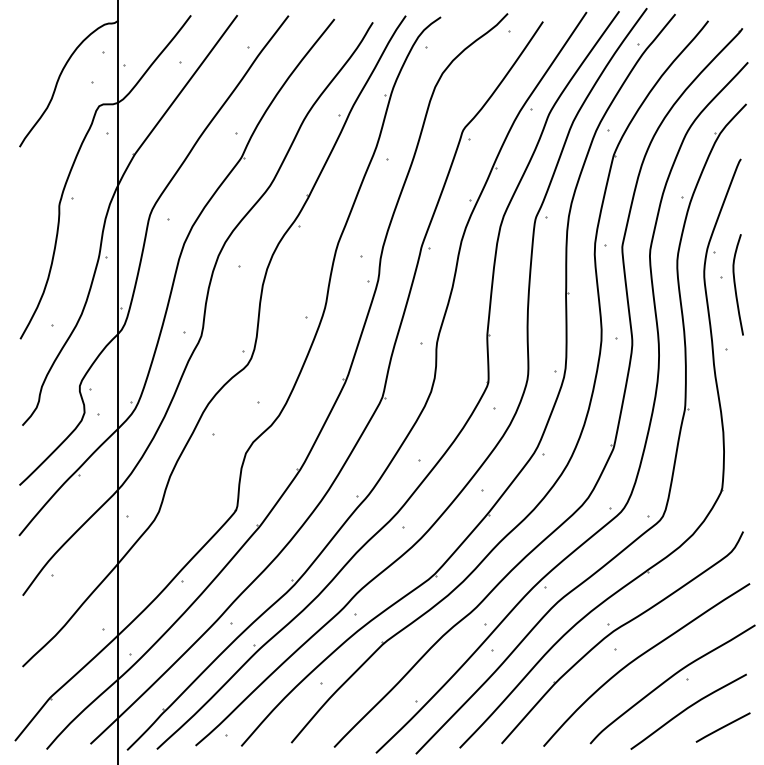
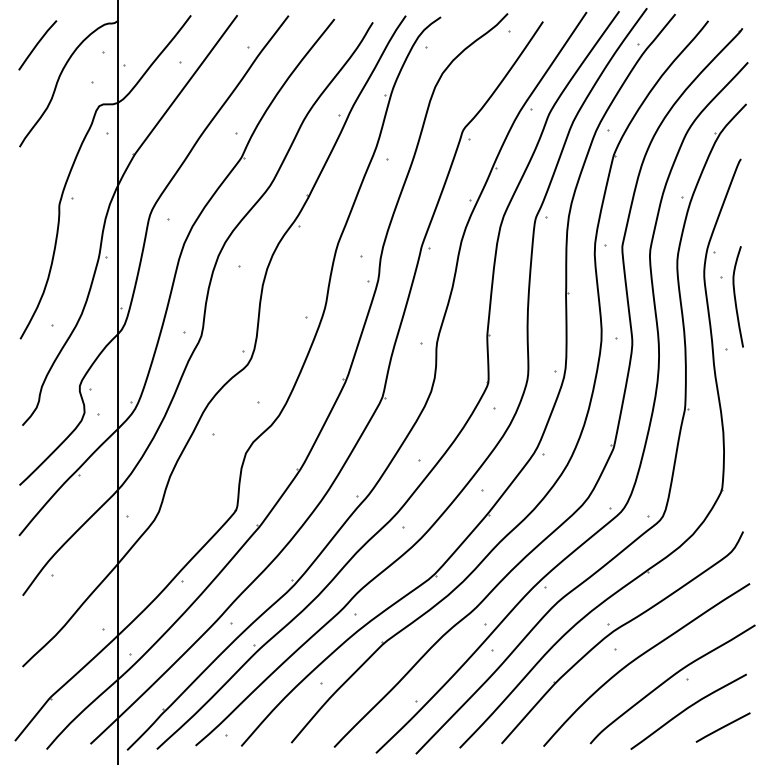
line at (37, 45): none -> present
curve at (735, 284) position: (735, 284) -> (735, 296)
